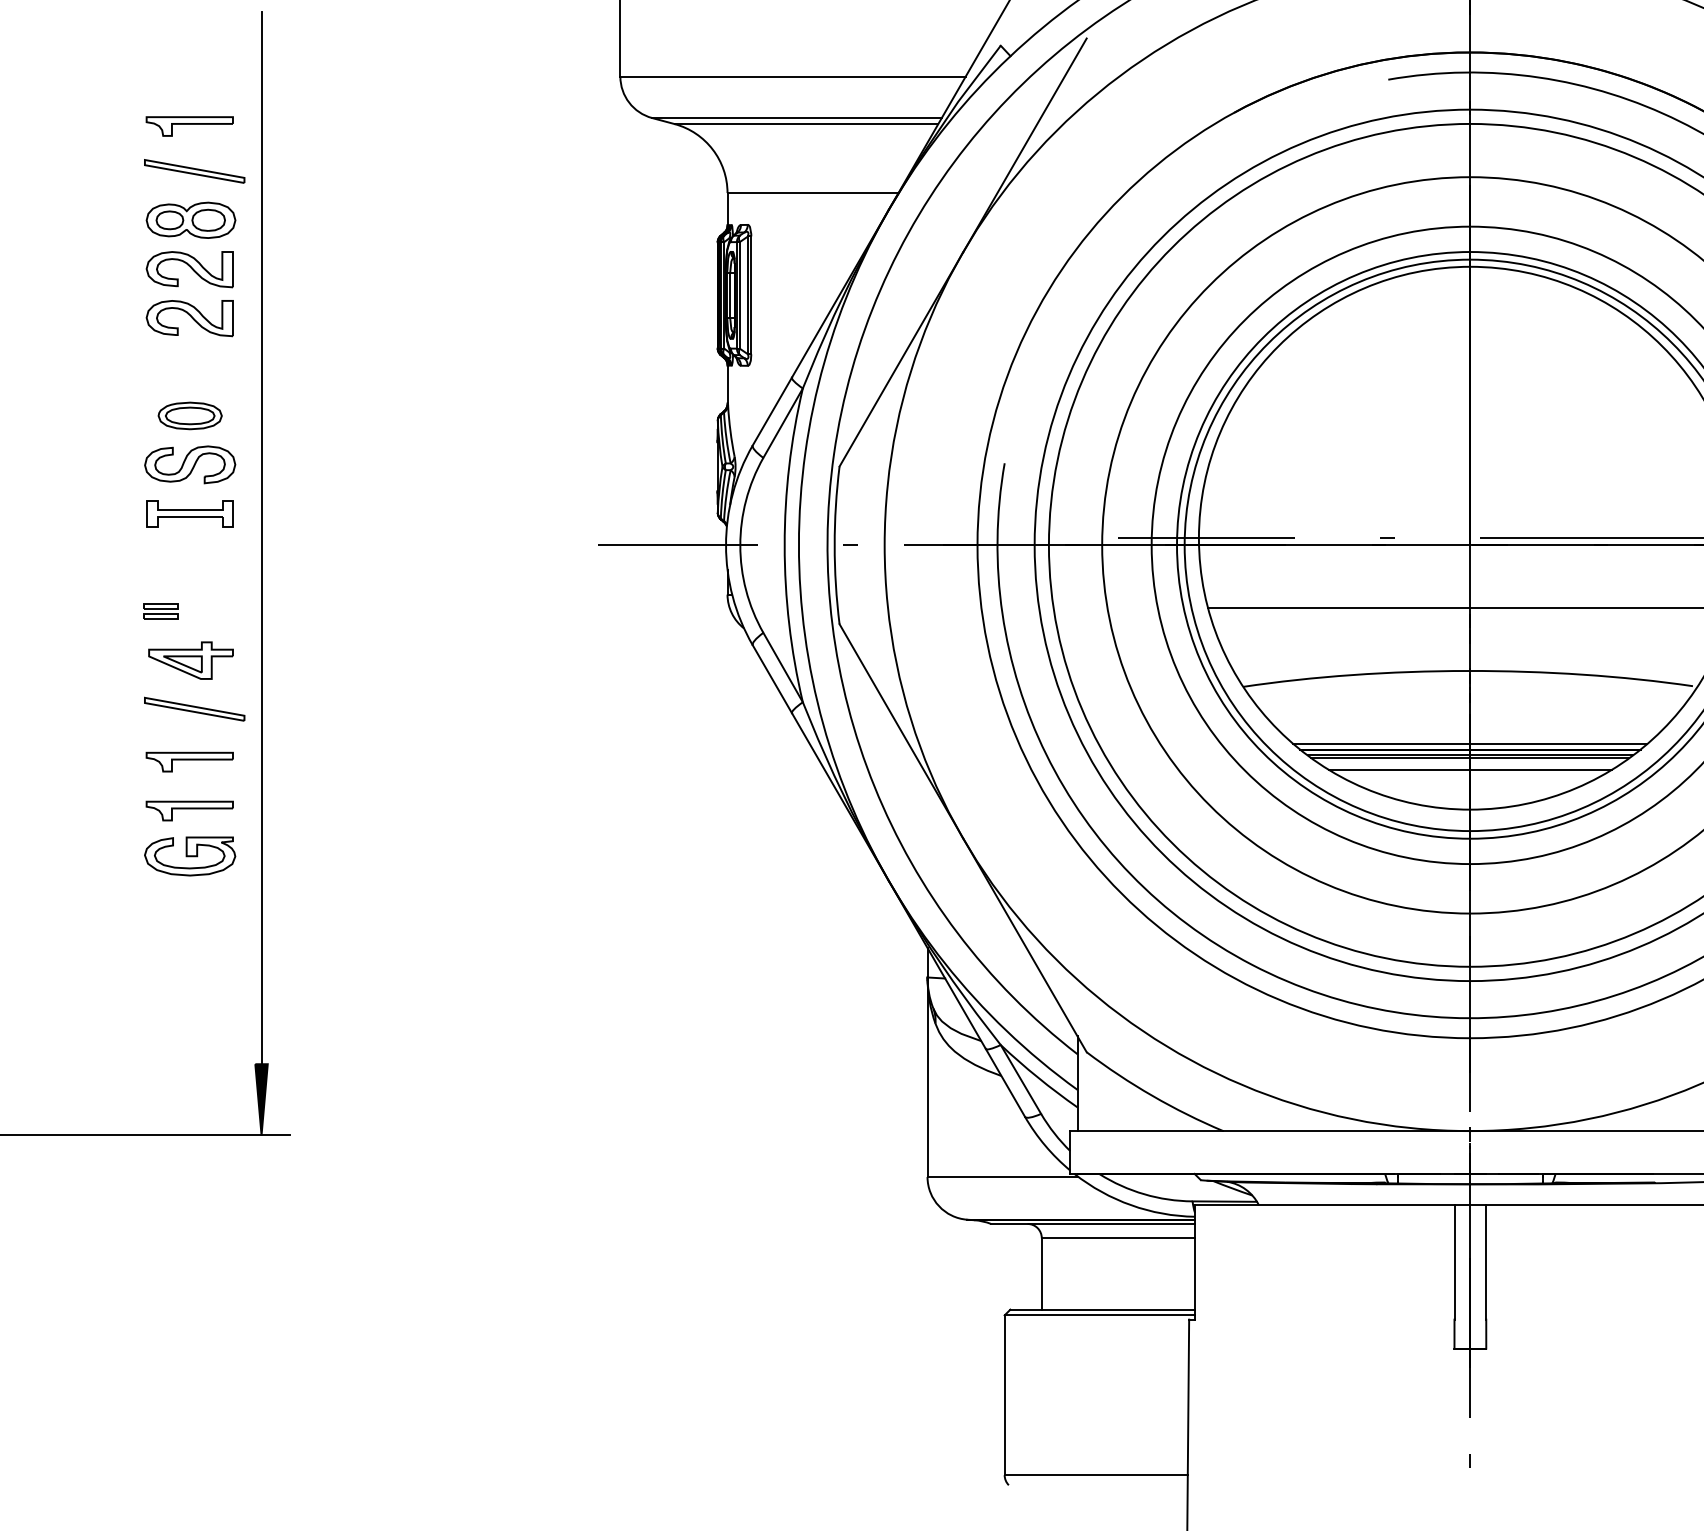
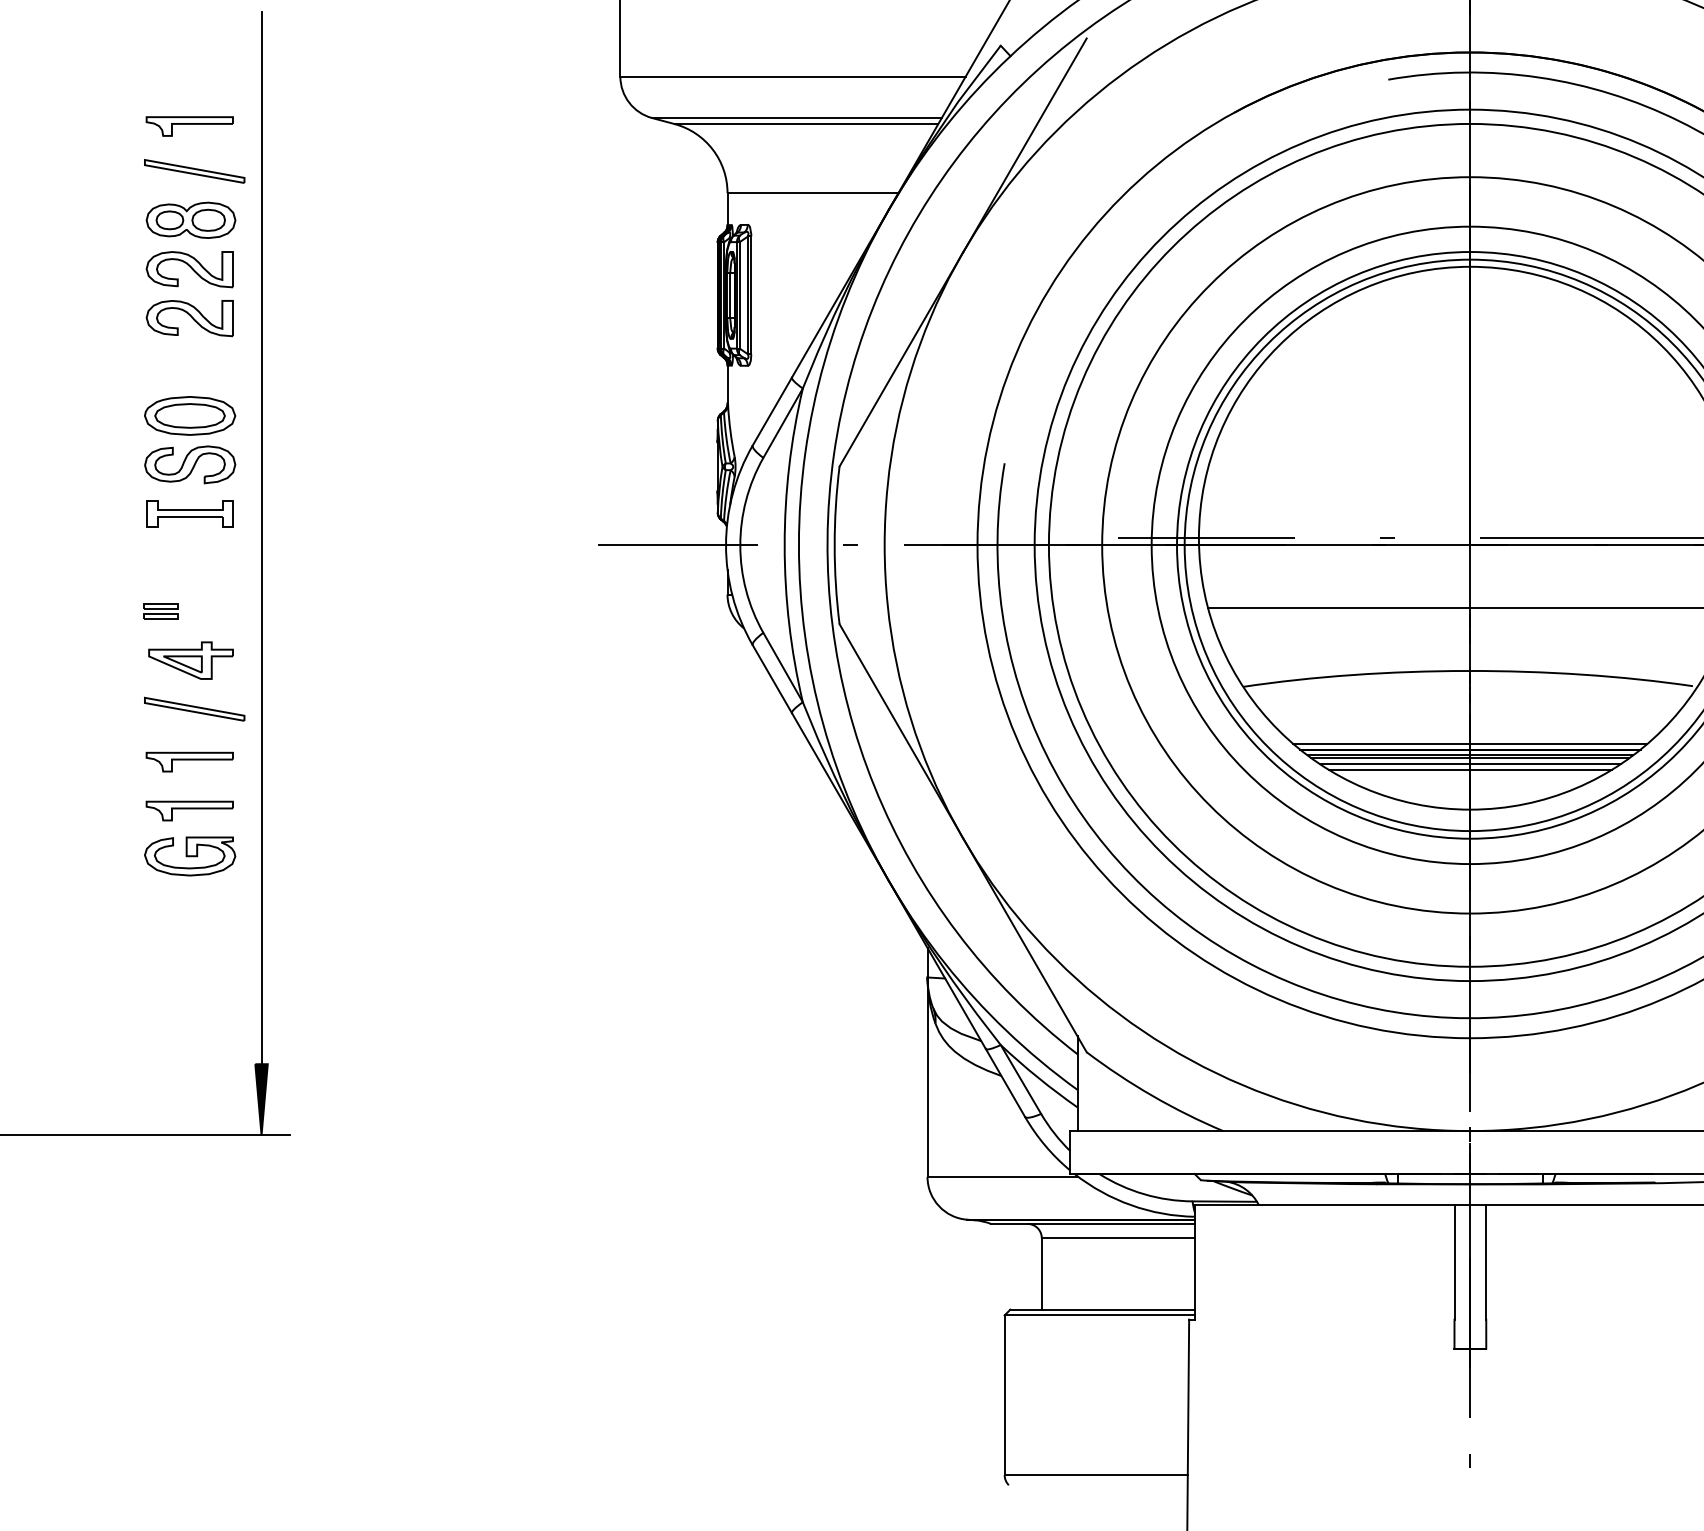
part at (189, 415) size: 66x30 px -> 93x40 px
line at (1470, 763): none -> present
